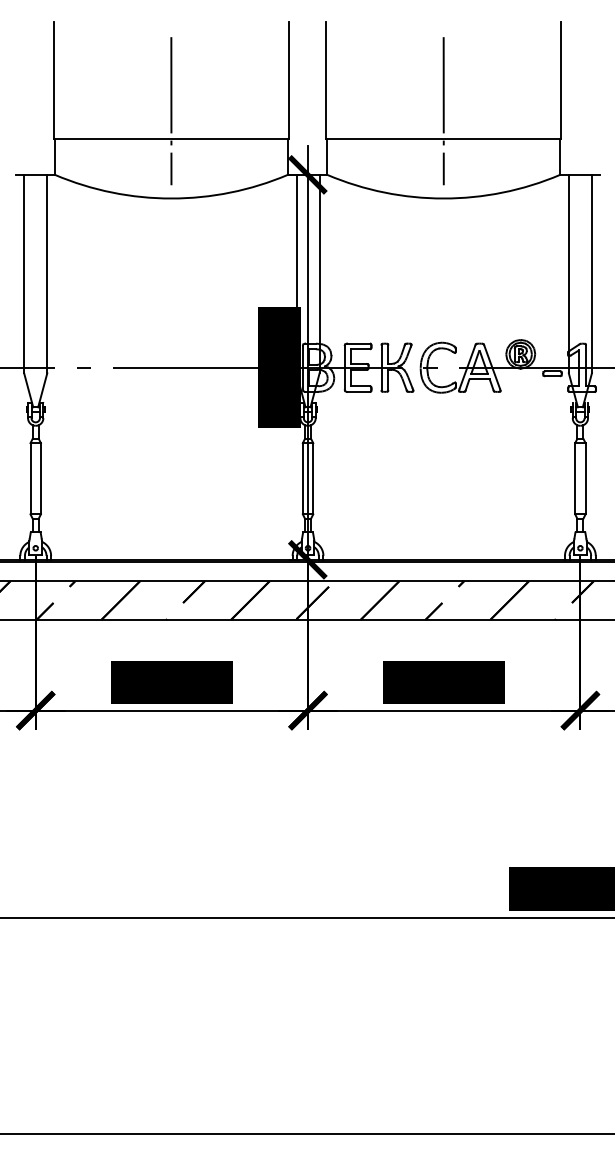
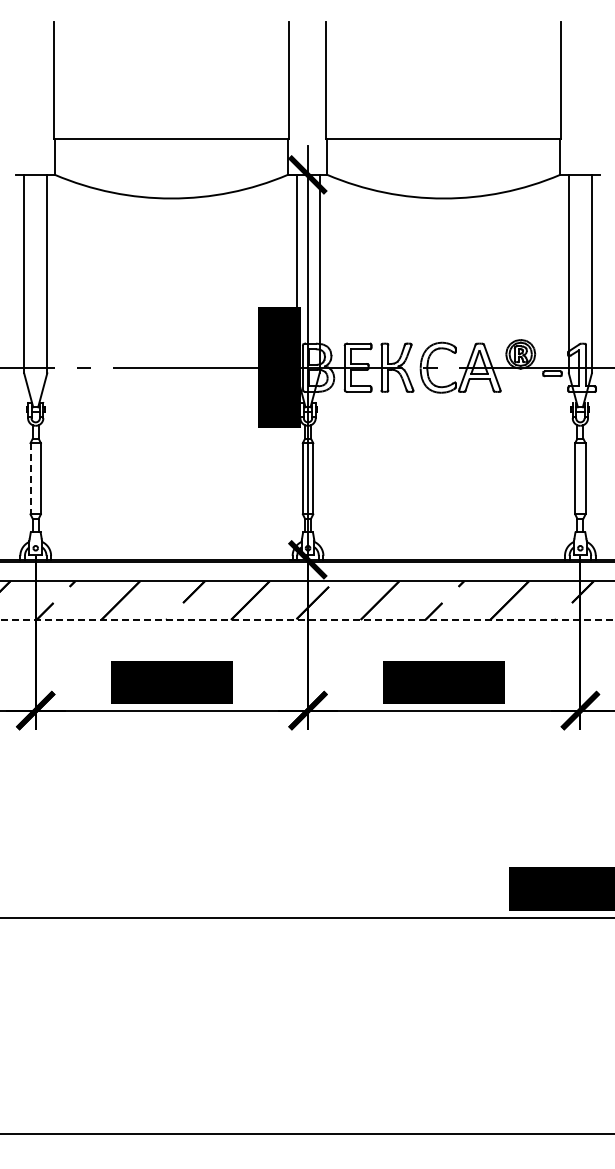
line at (171, 111): present -> none
line at (443, 111): present -> none
line at (30, 478): solid -> dashed
line at (307, 619): solid -> dashed
